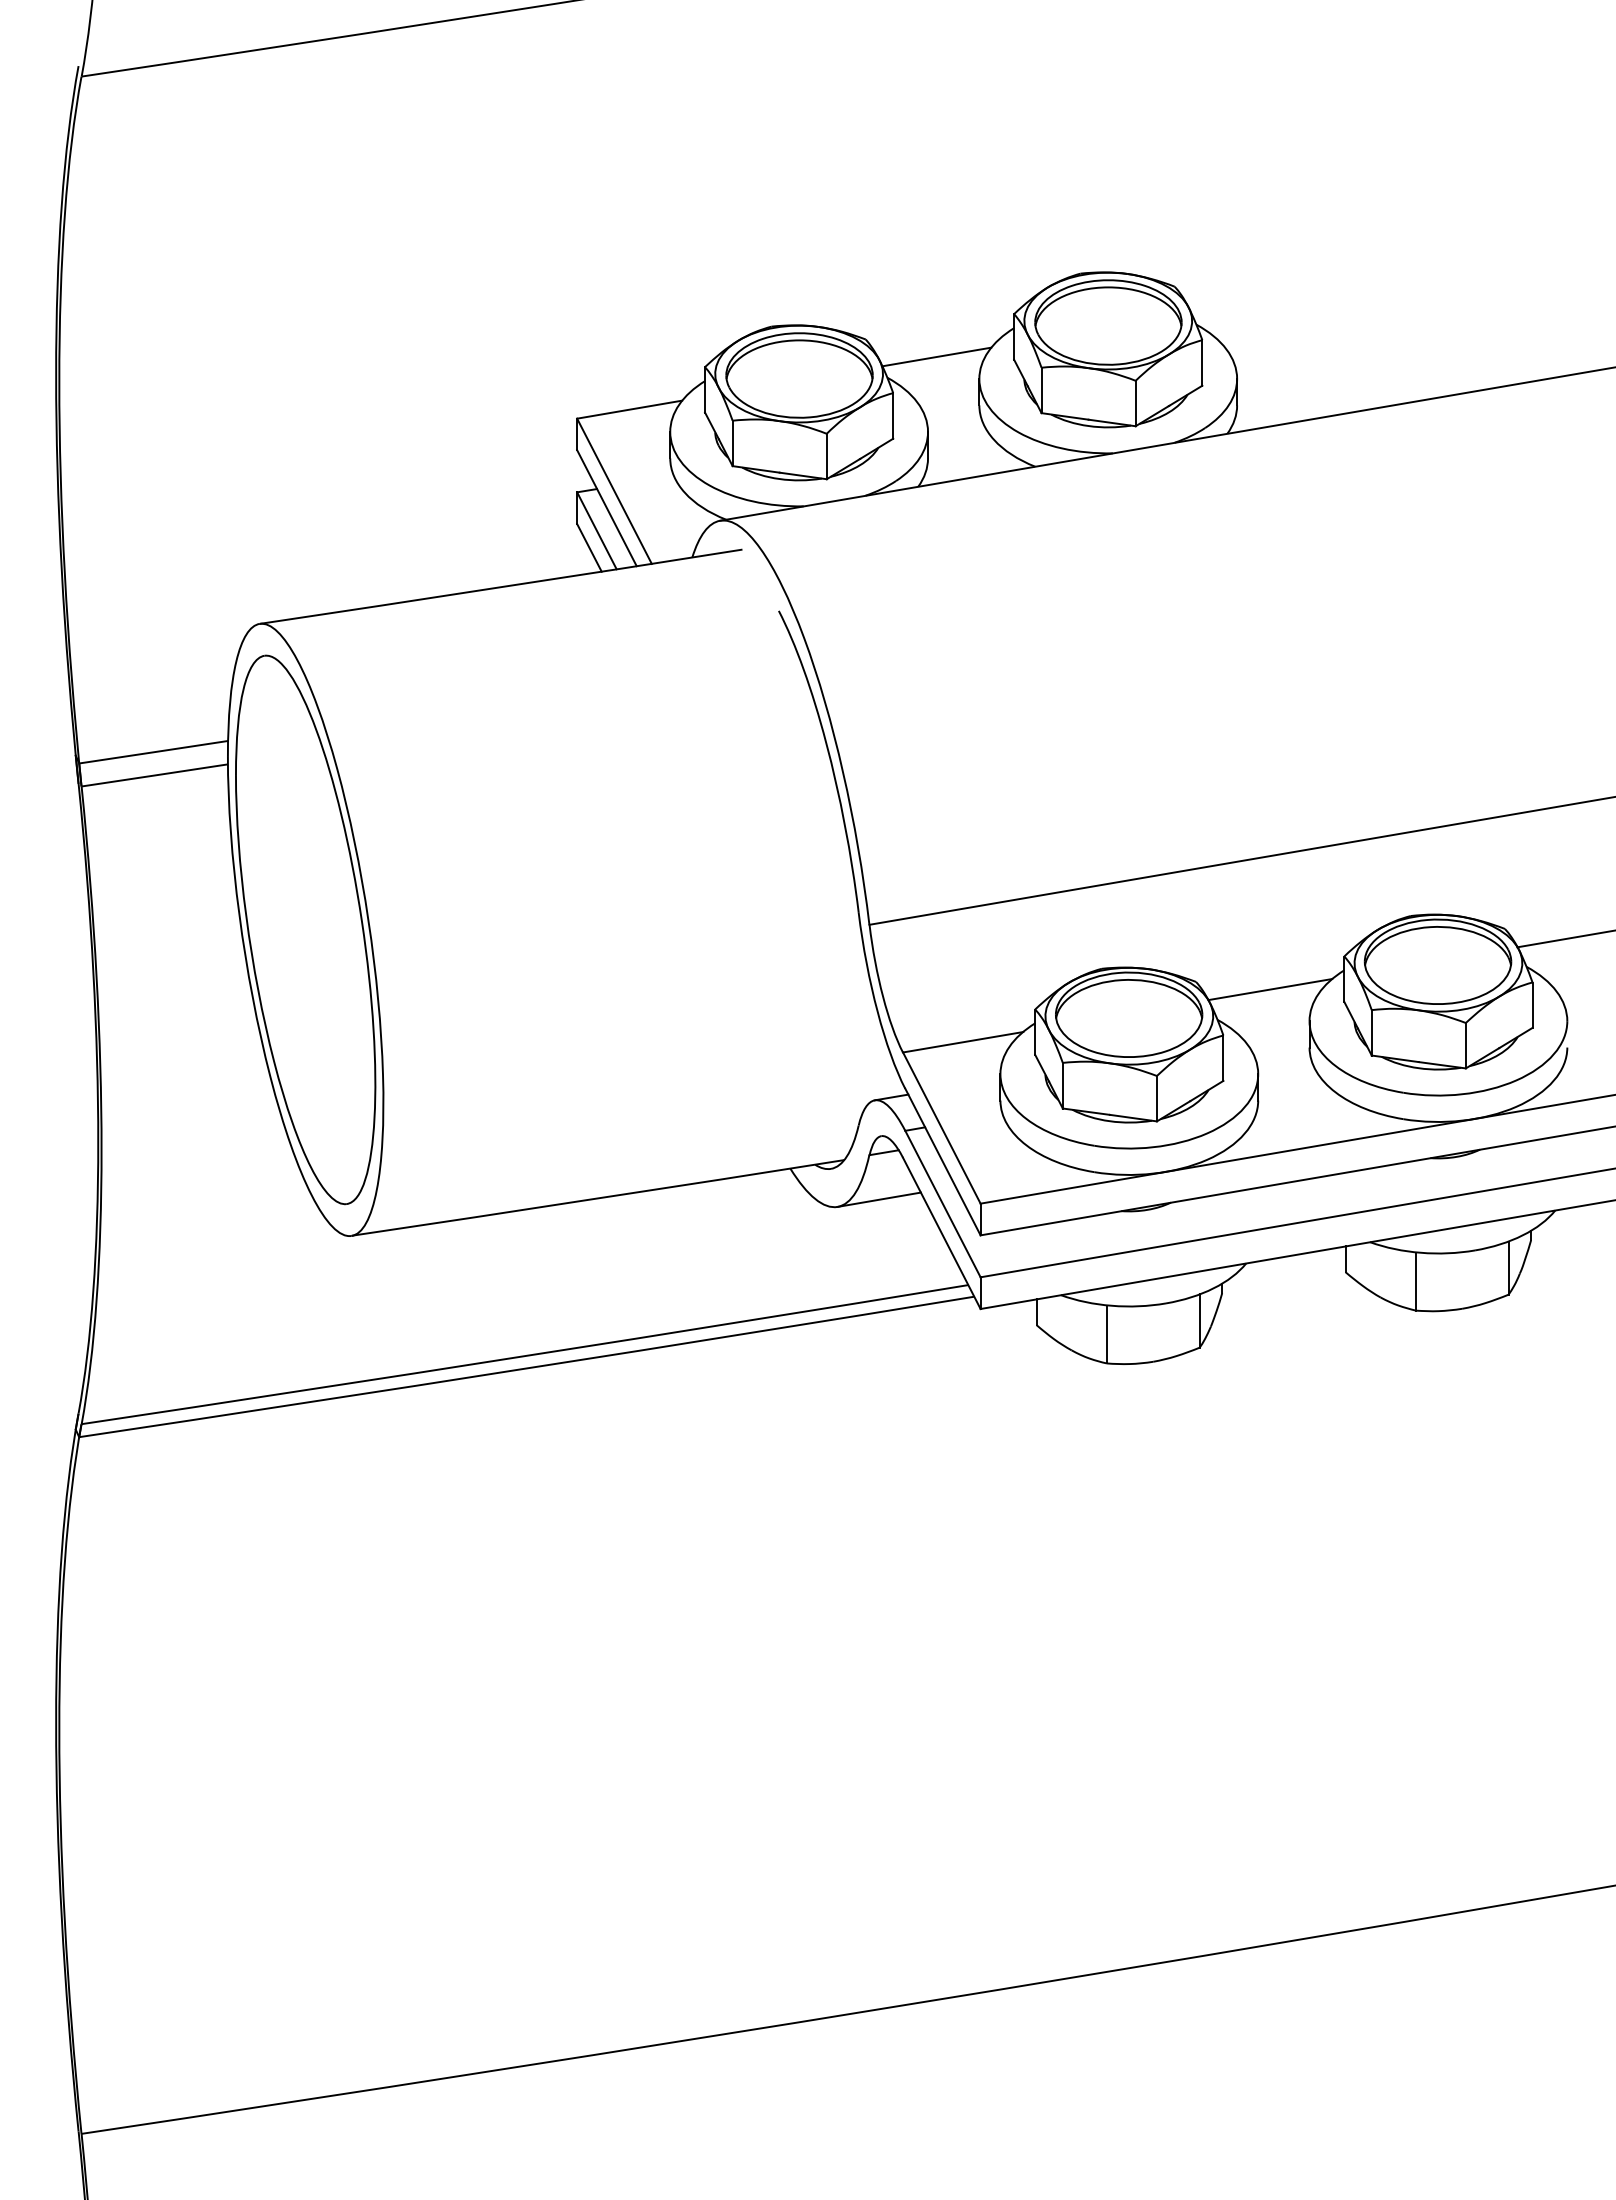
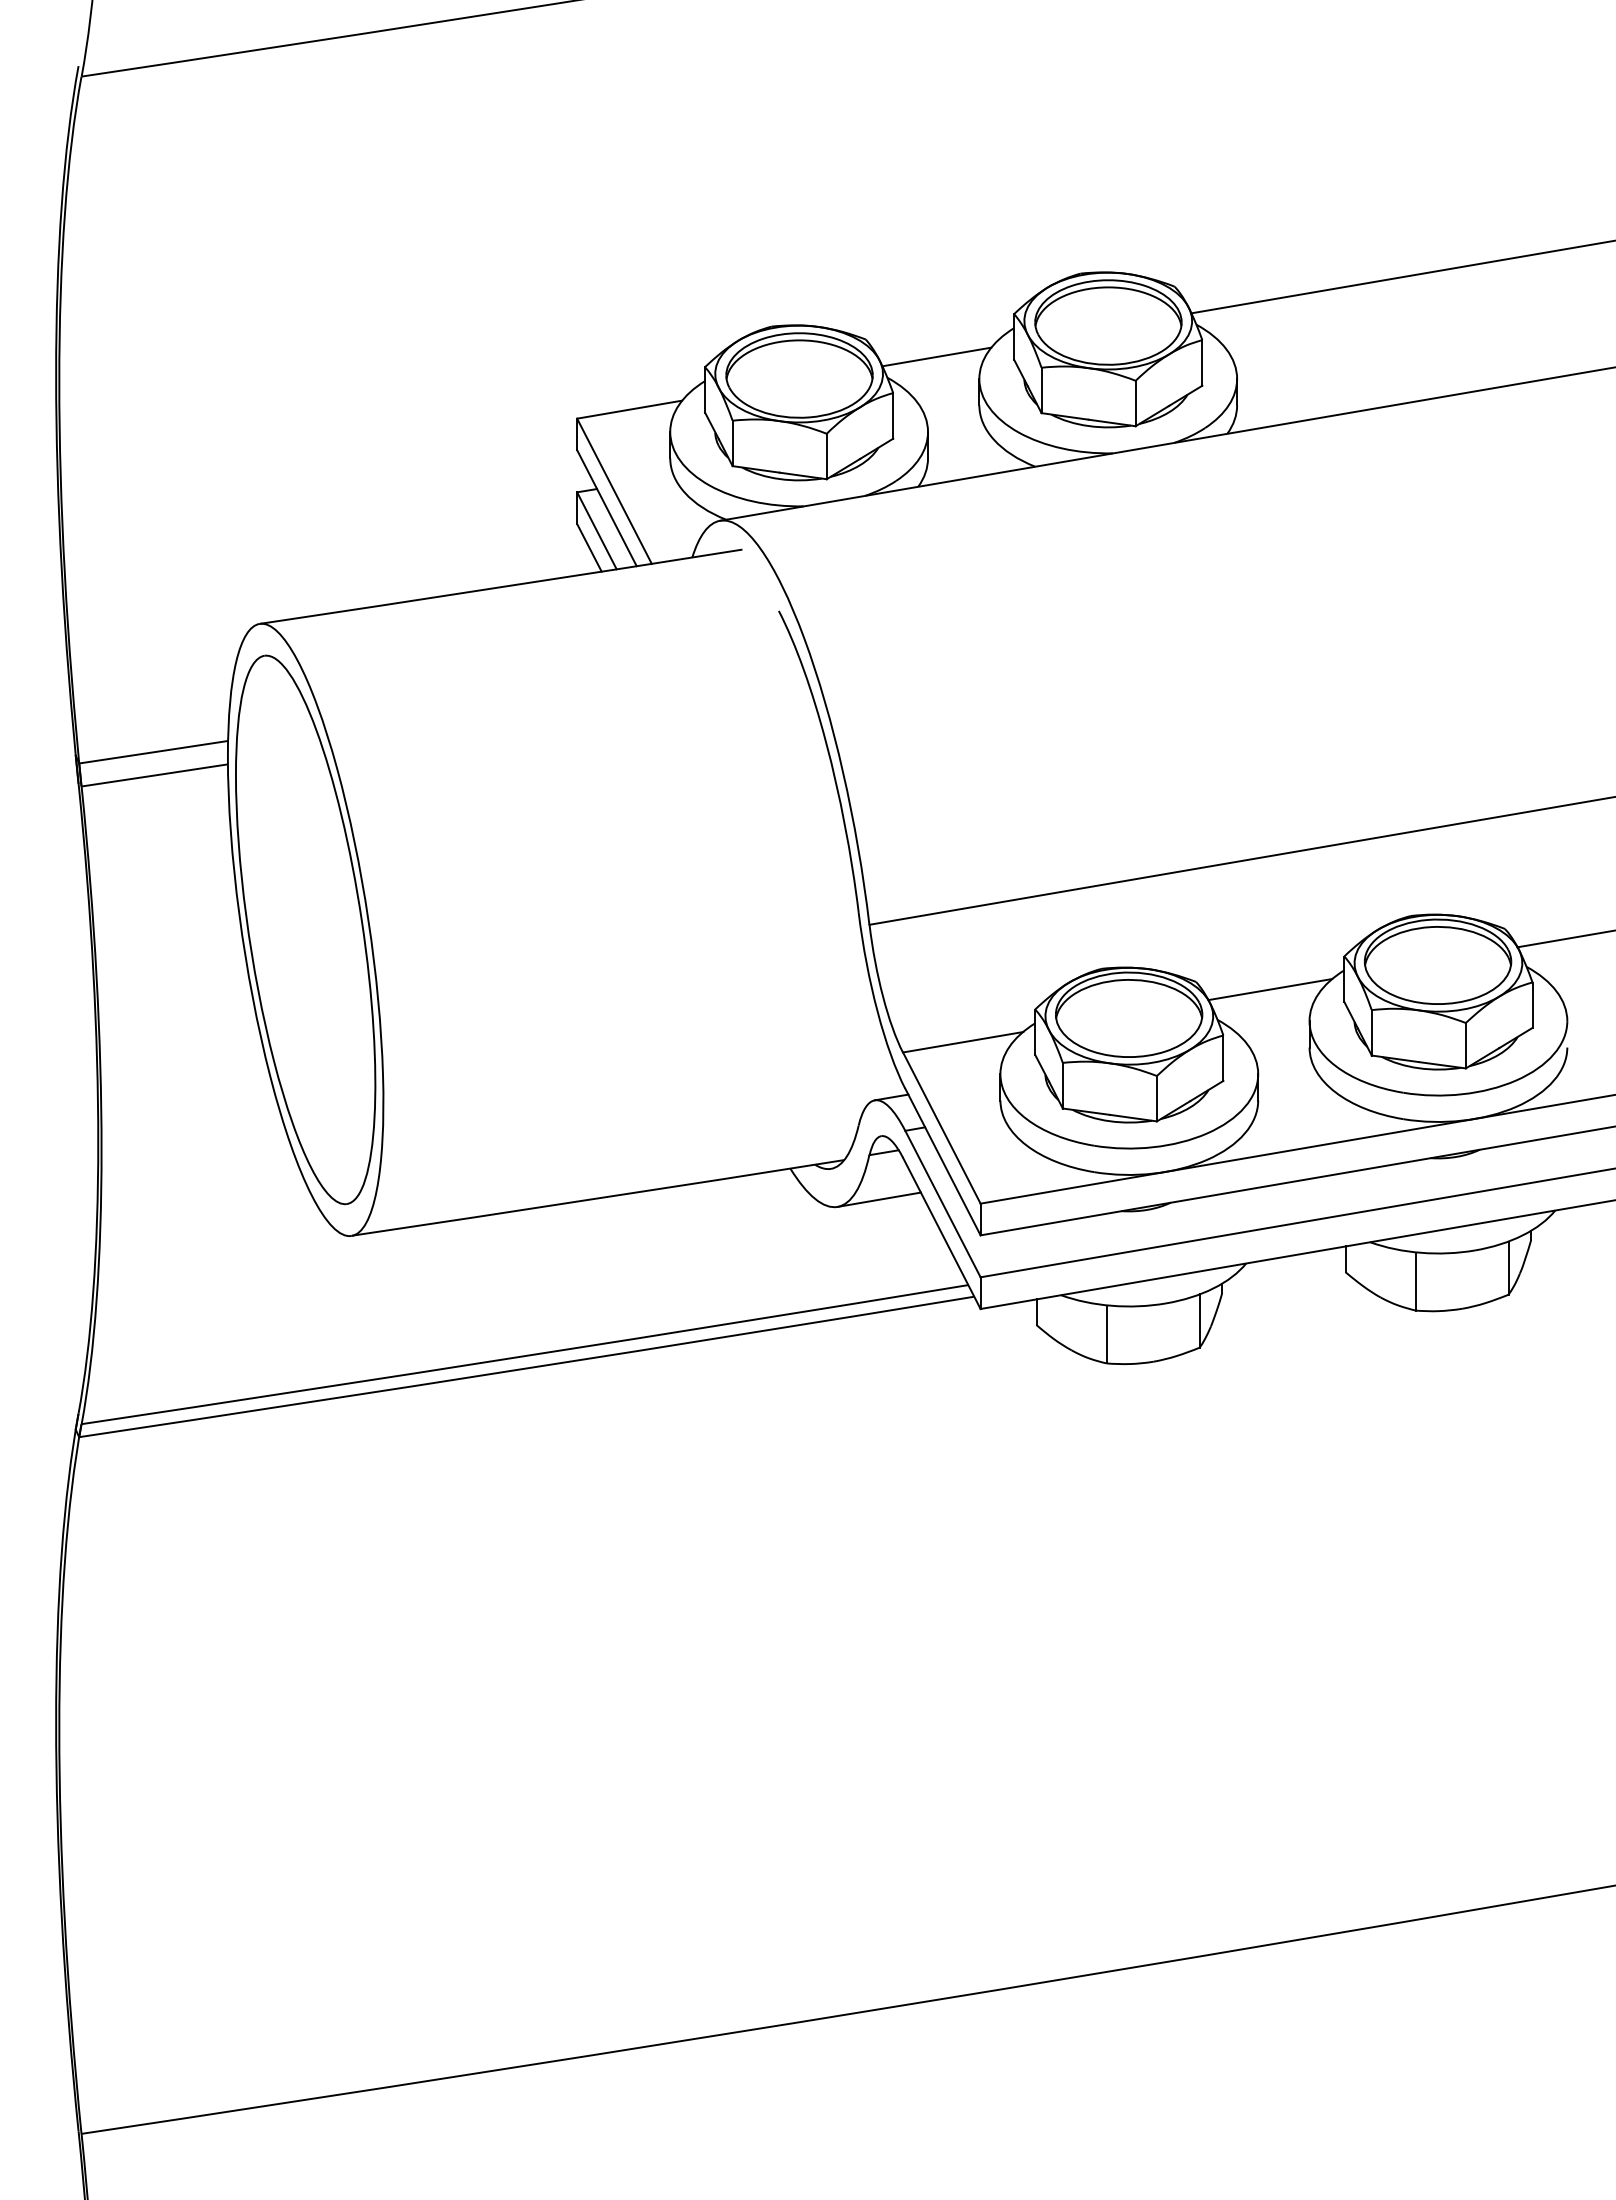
line at (1401, 277): none -> present
